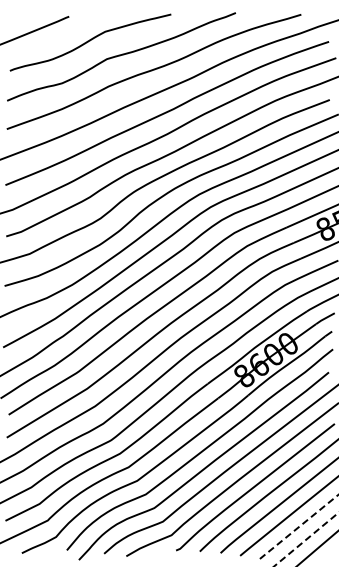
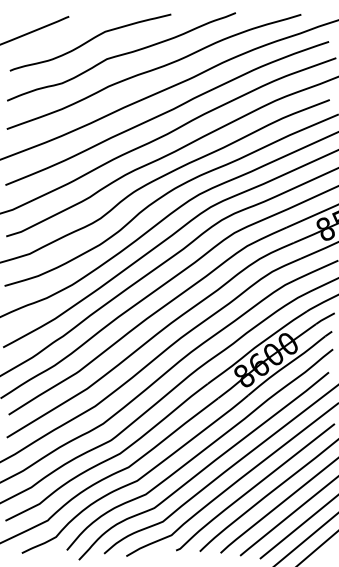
line at (299, 526): dashed -> solid
line at (306, 539): dashed -> solid
